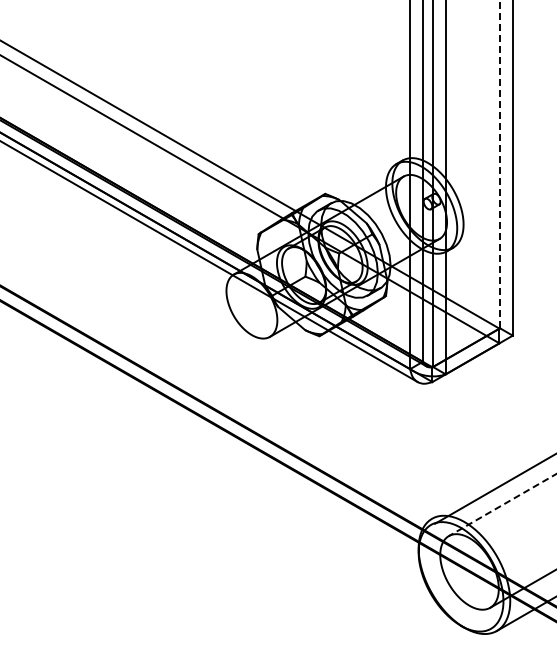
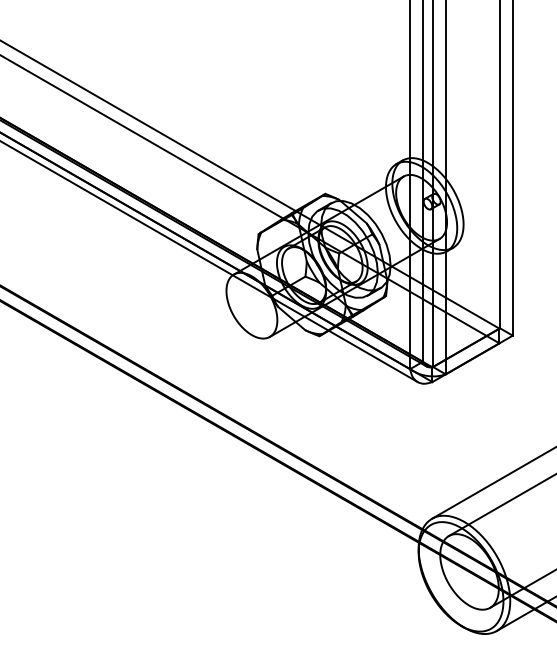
line at (500, 164): dashed -> solid
line at (494, 489) position: (494, 489) -> (492, 483)
line at (502, 505): dashed -> solid
